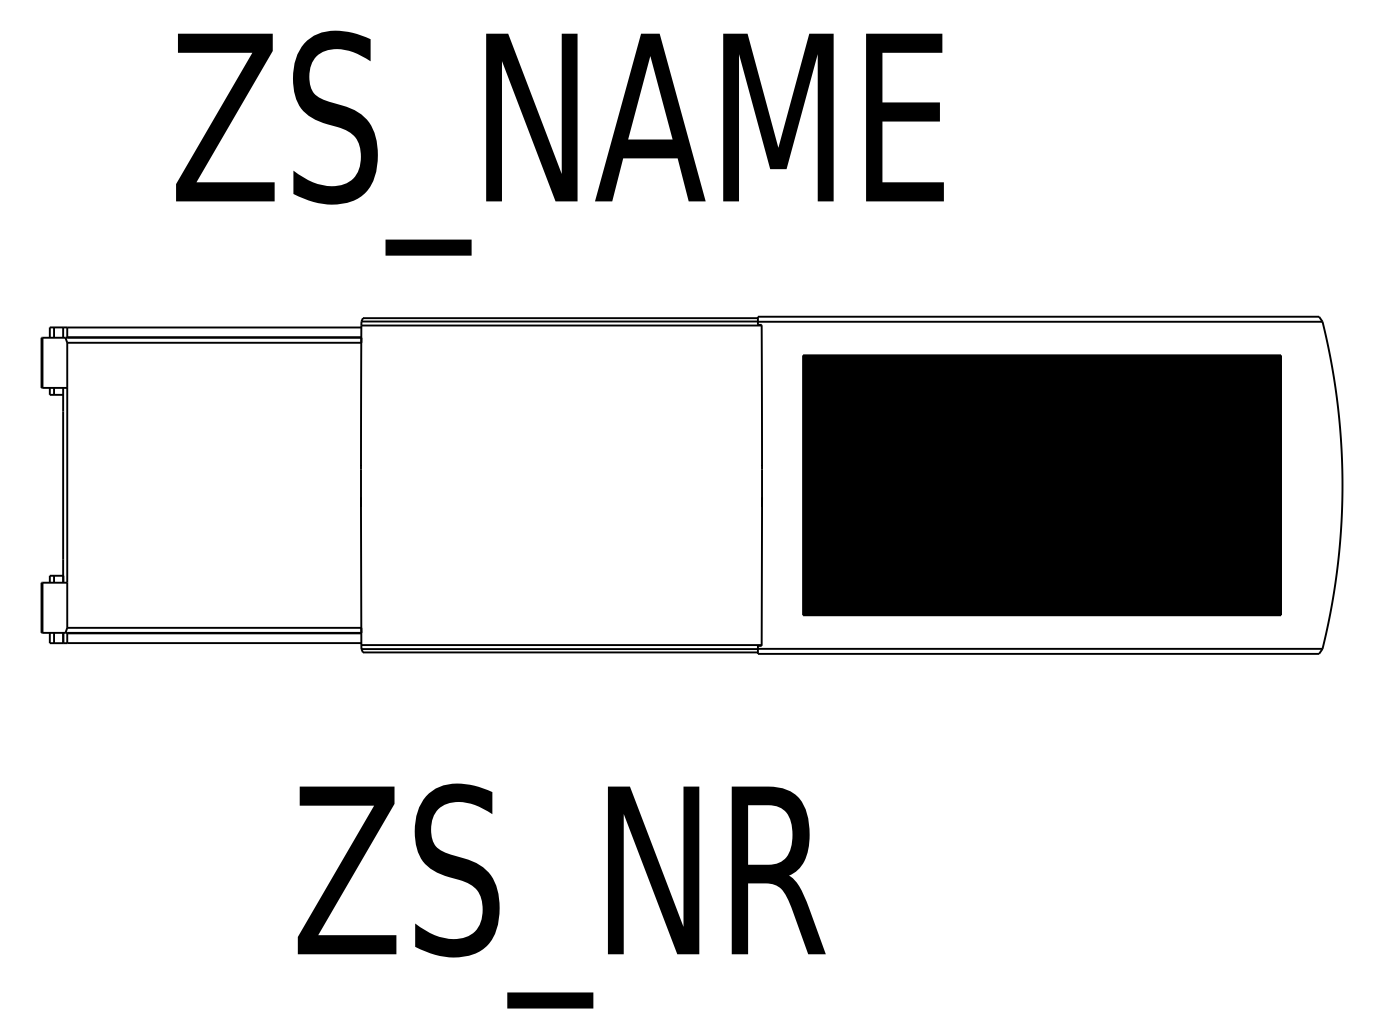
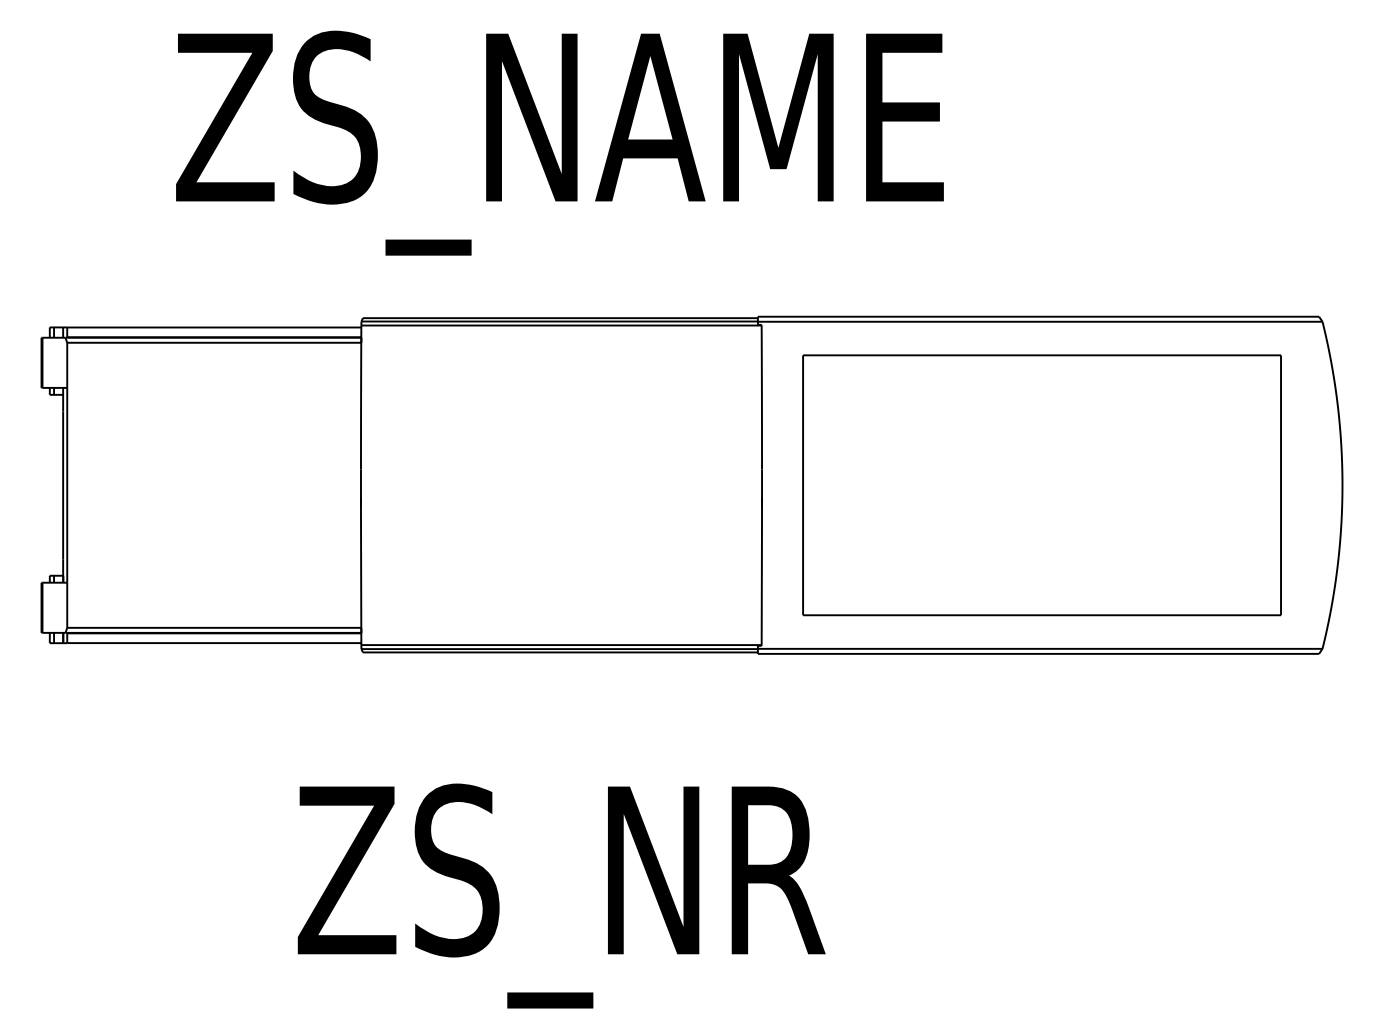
fill at (1042, 485): present -> none
